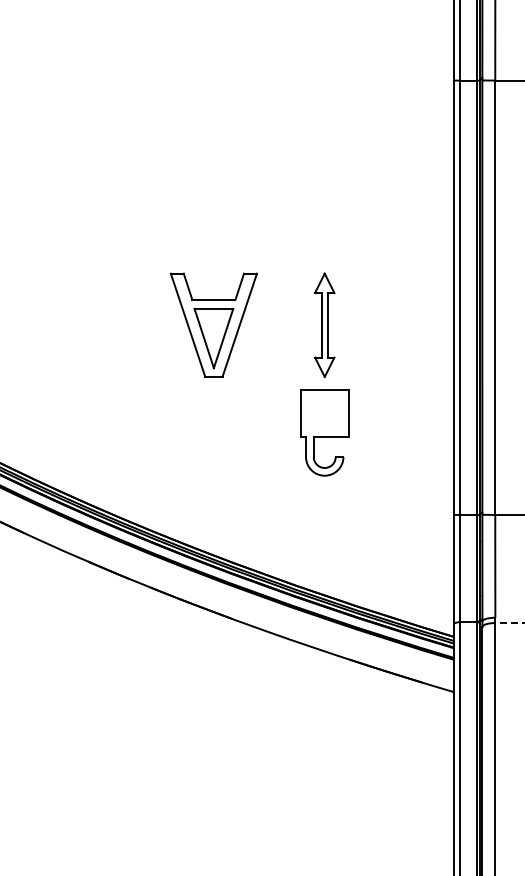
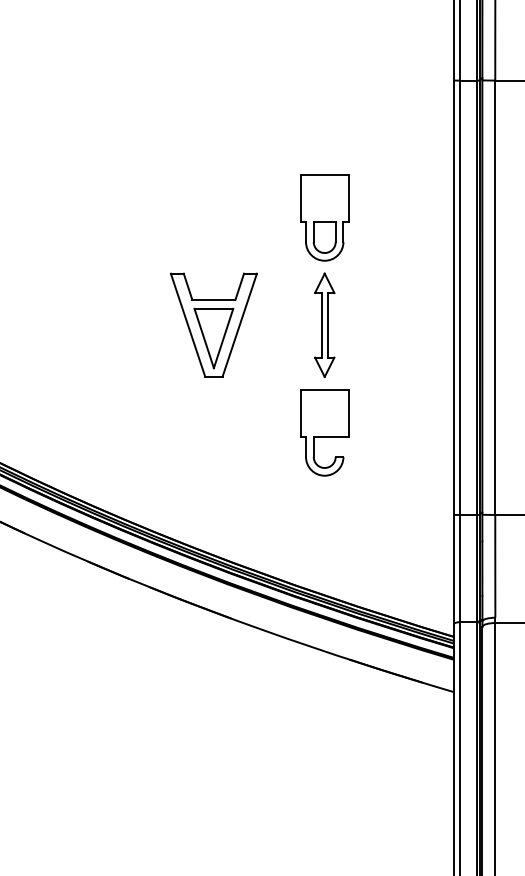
part at (324, 217): none -> present
line at (509, 623): dashed -> solid
